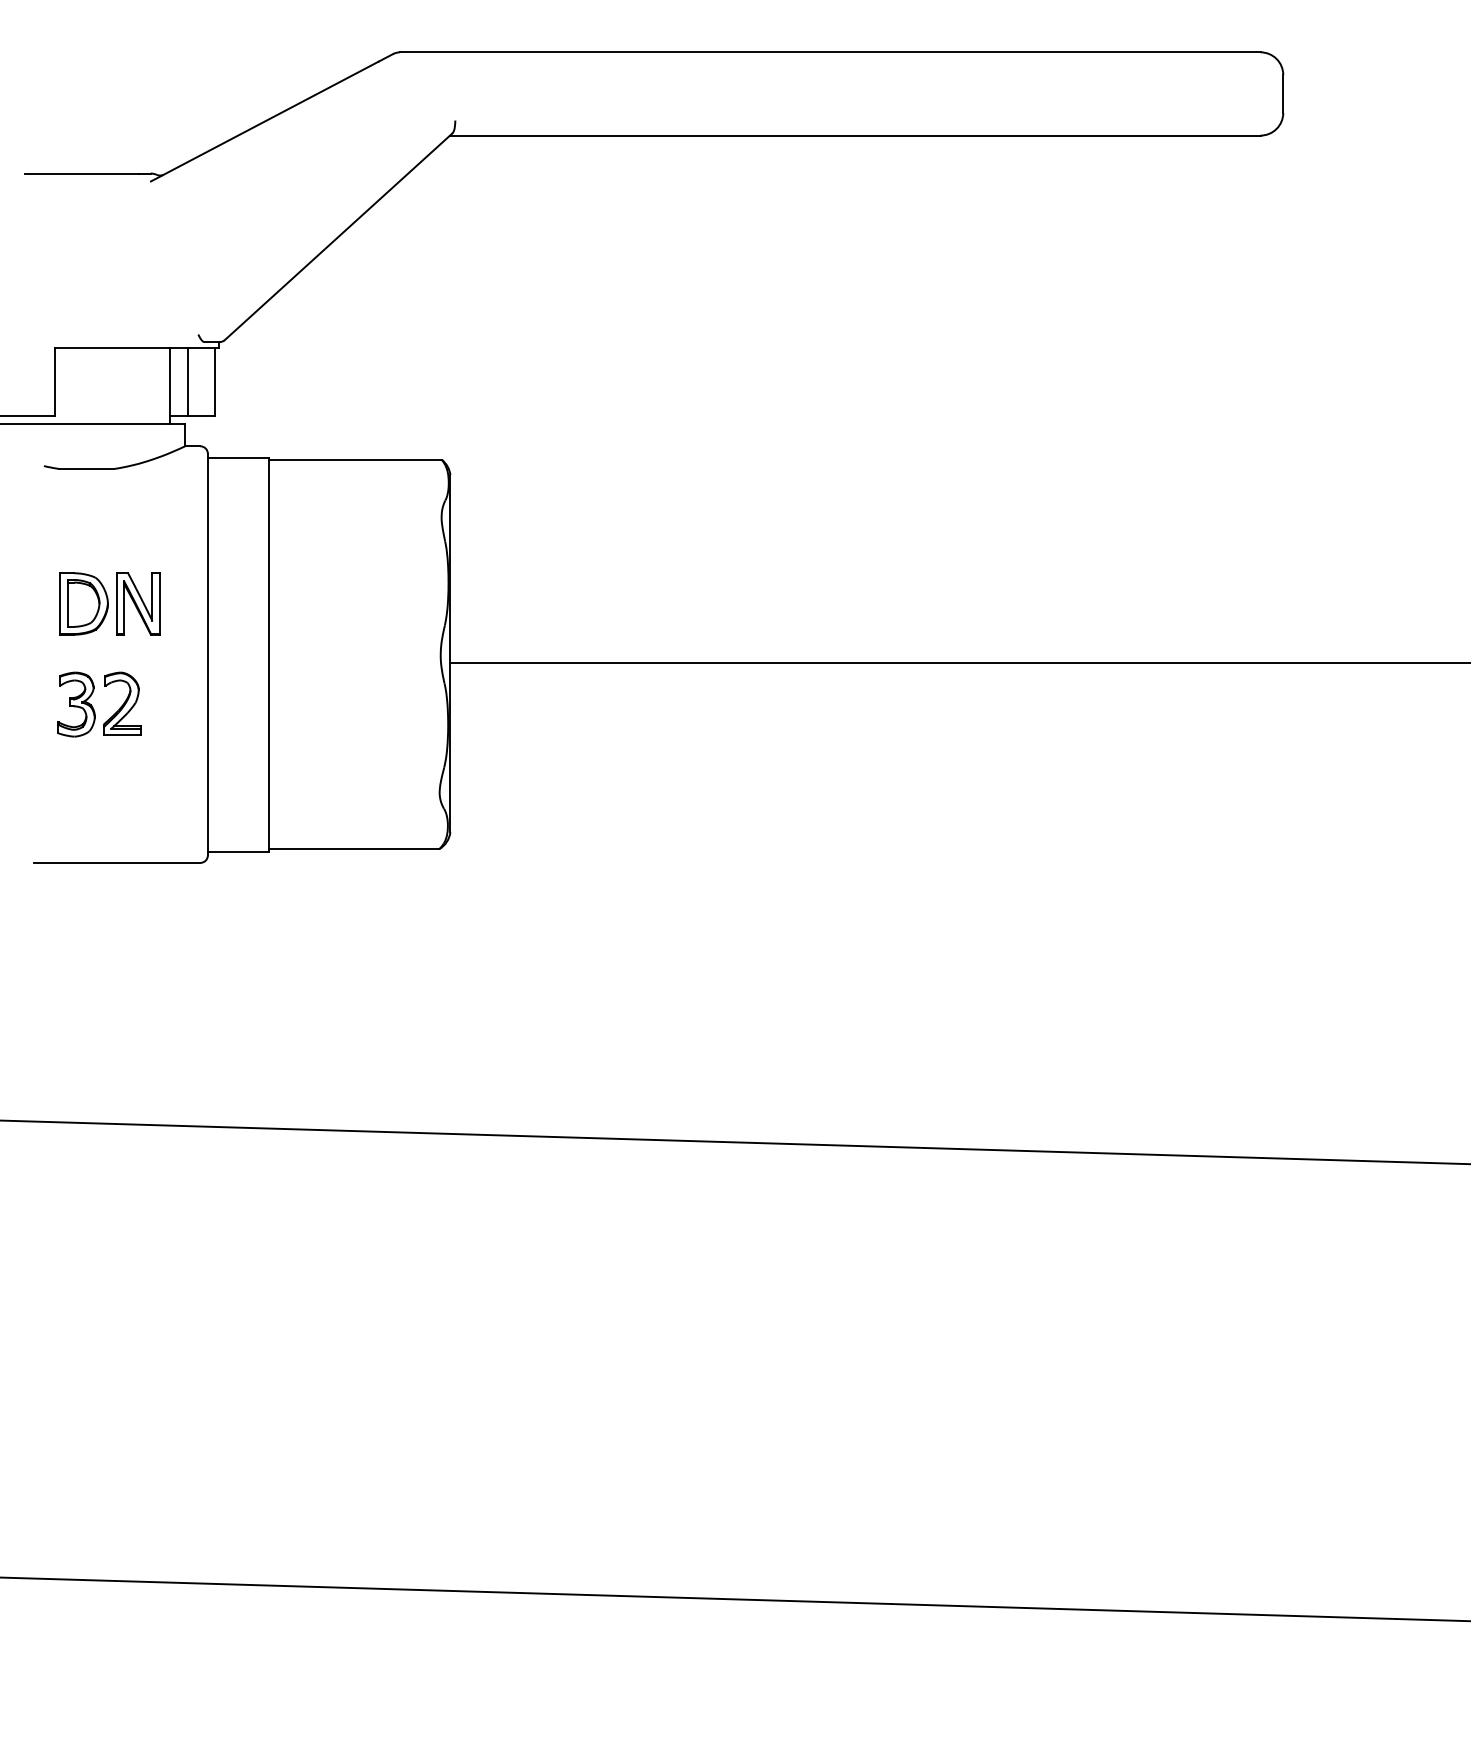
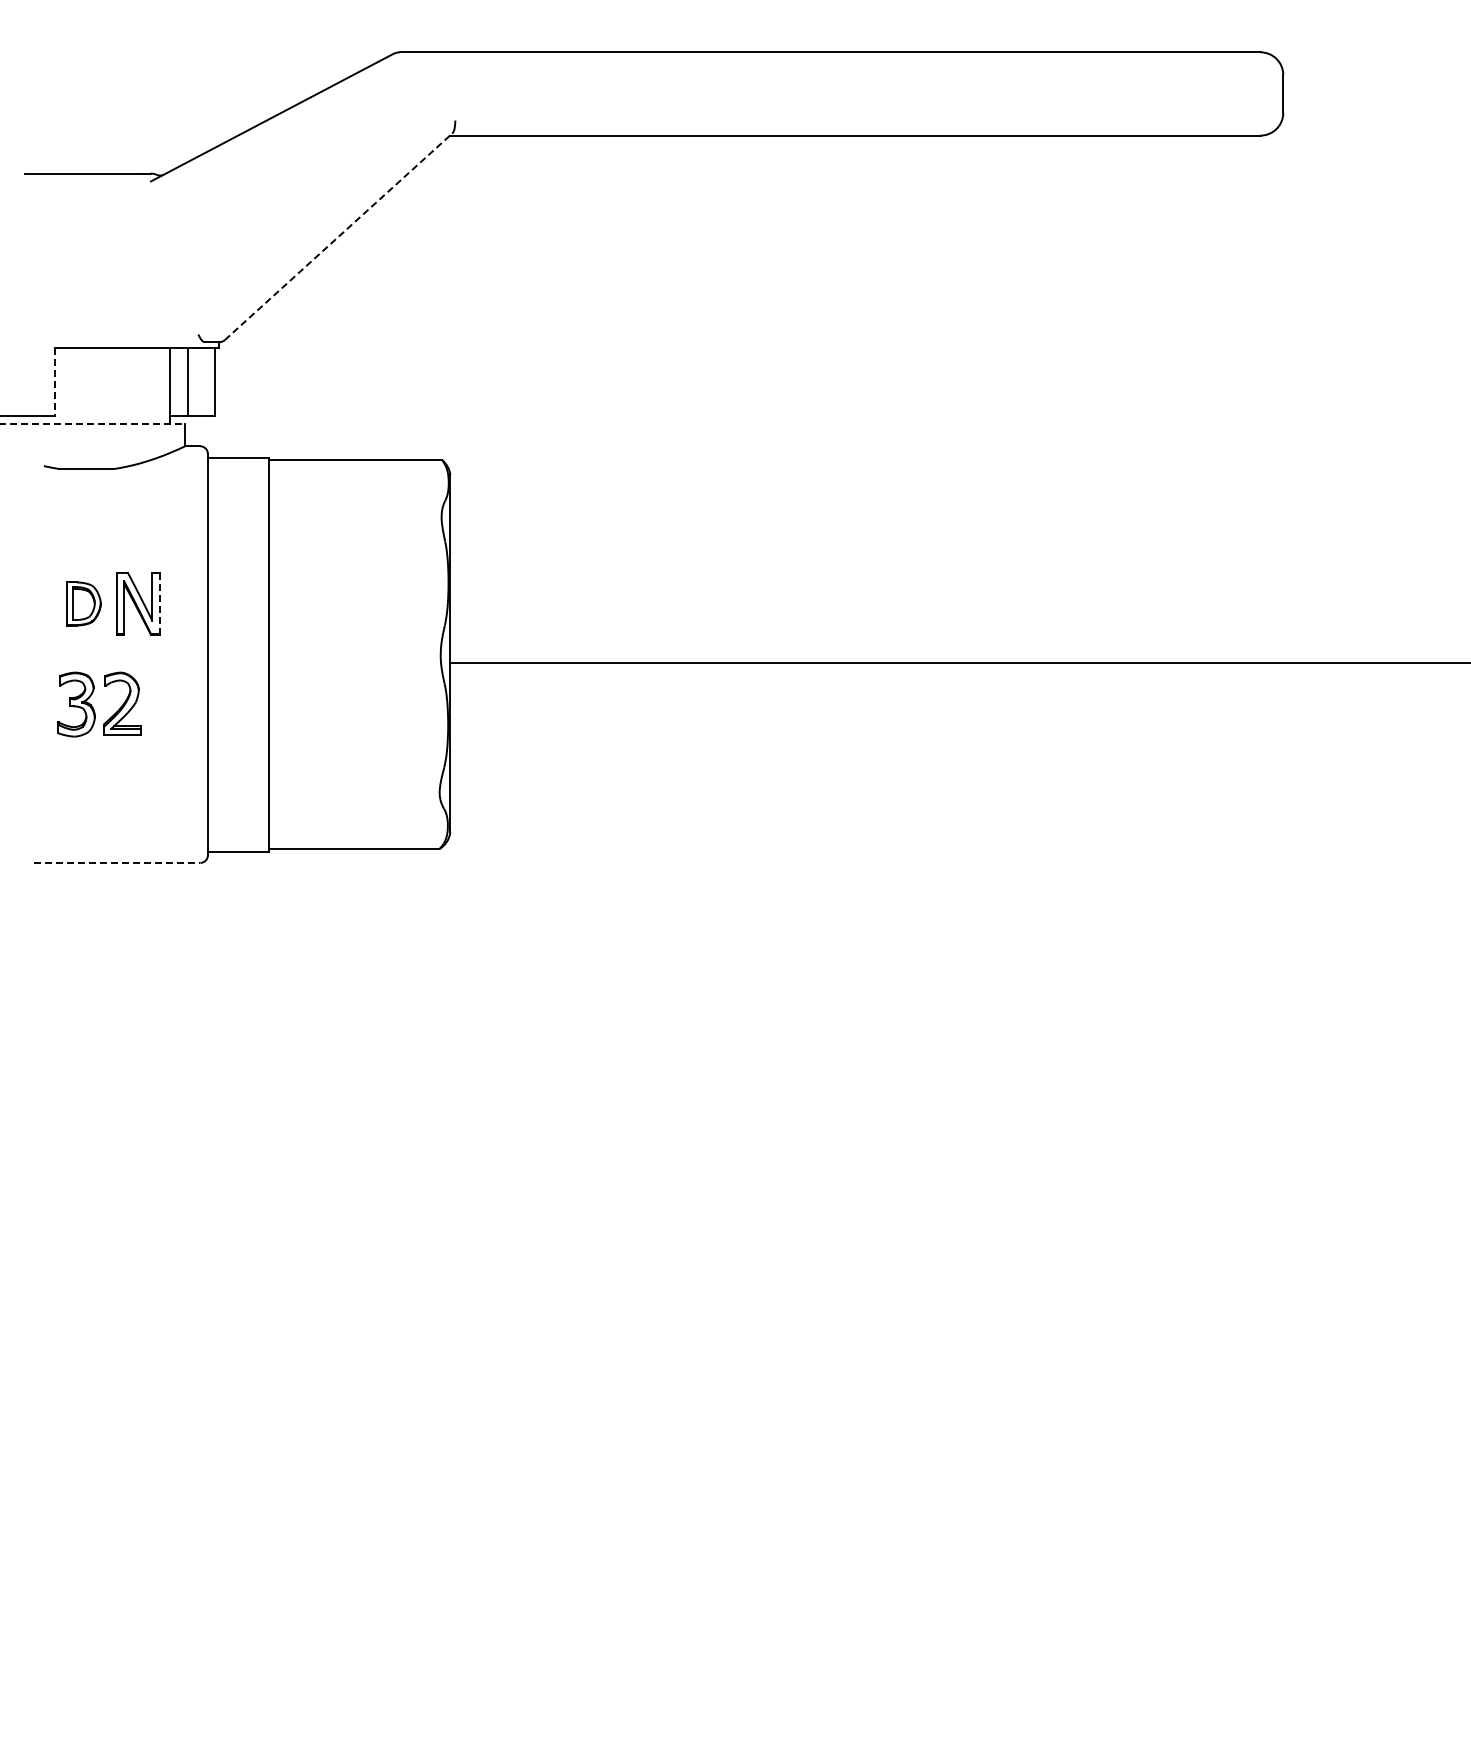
line at (338, 236): solid -> dashed
line at (54, 382): solid -> dashed
line at (93, 423): solid -> dashed
part at (83, 603) size: 50x64 px -> 36x46 px
line at (160, 604): solid -> dashed
line at (117, 862): solid -> dashed
line at (734, 1142): present -> none
line at (734, 1599): present -> none
